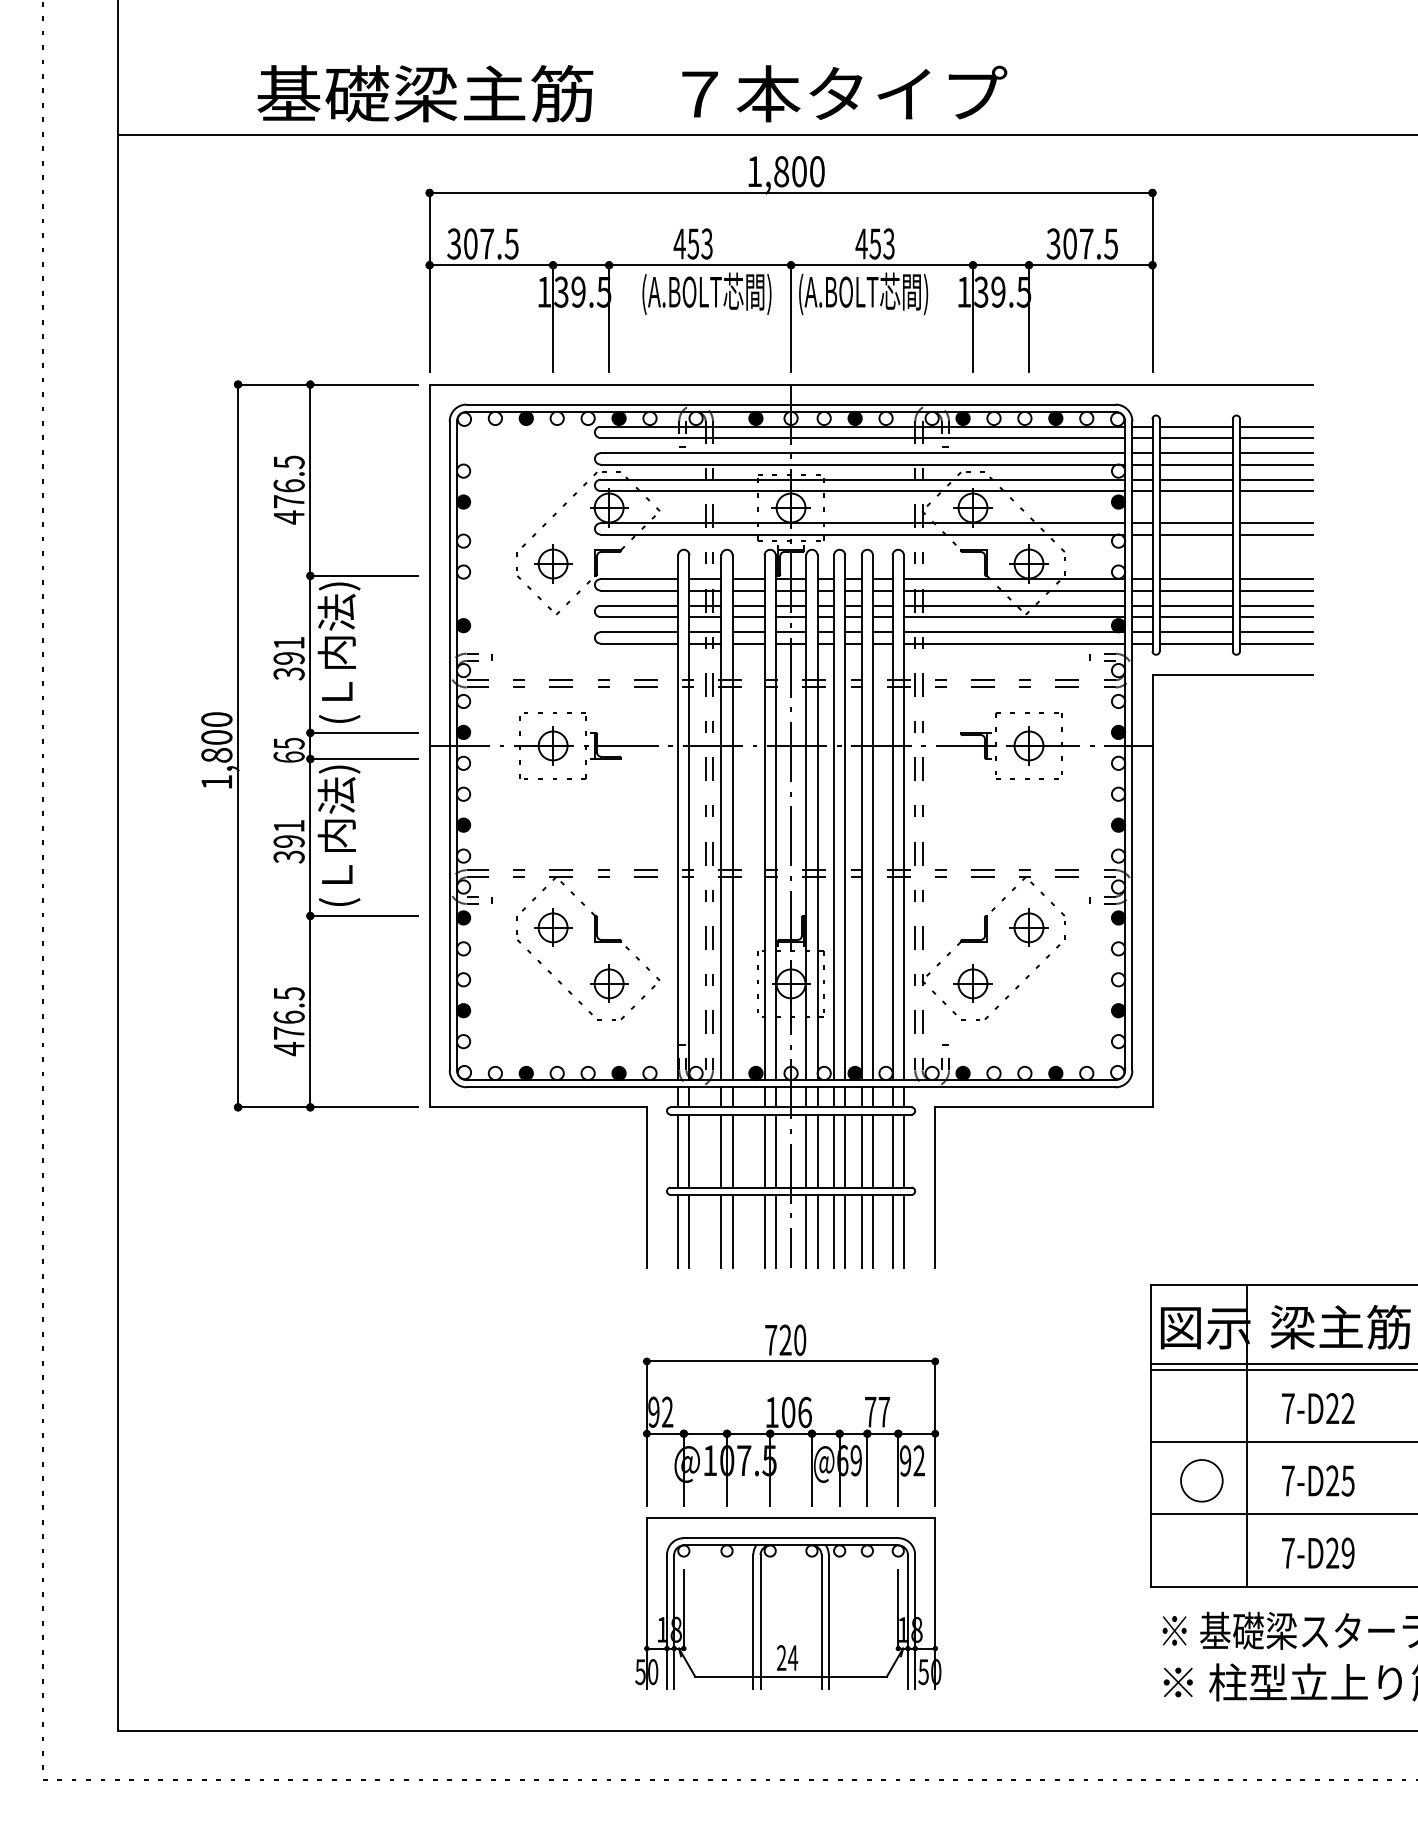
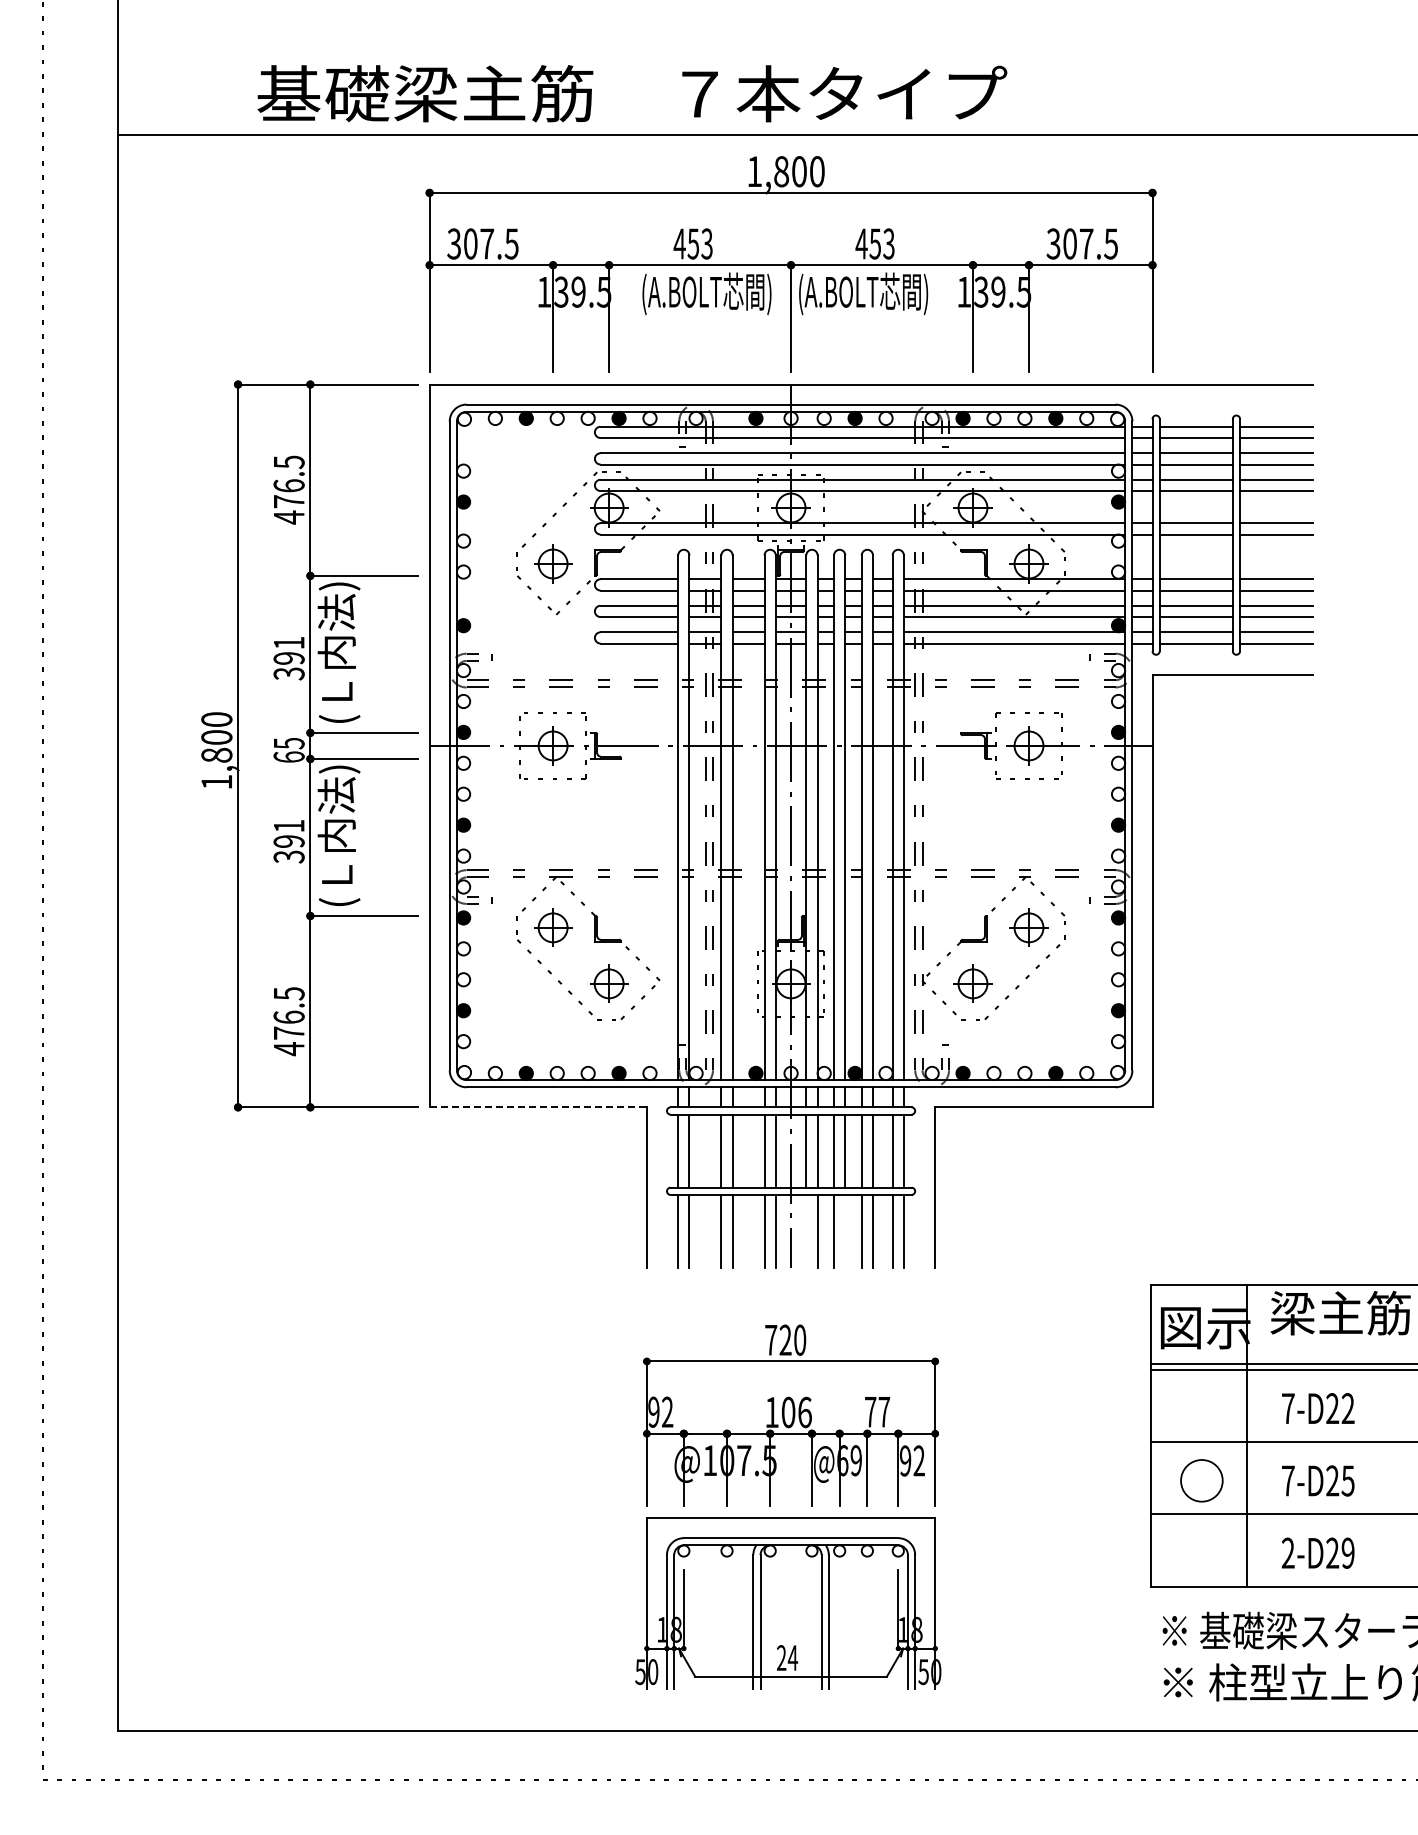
line at (538, 1107): solid -> dashed
line at (806, 1231): present -> none
line at (845, 1231): present -> none
text at (1340, 1327) position: (1340, 1327) -> (1340, 1313)
text at (1287, 1552): 7-D29 -> 2-D29
